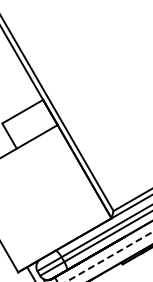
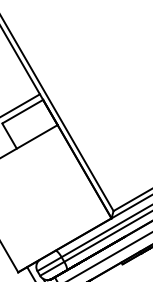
line at (20, 104): none -> present
line at (109, 256): dashed -> solid
